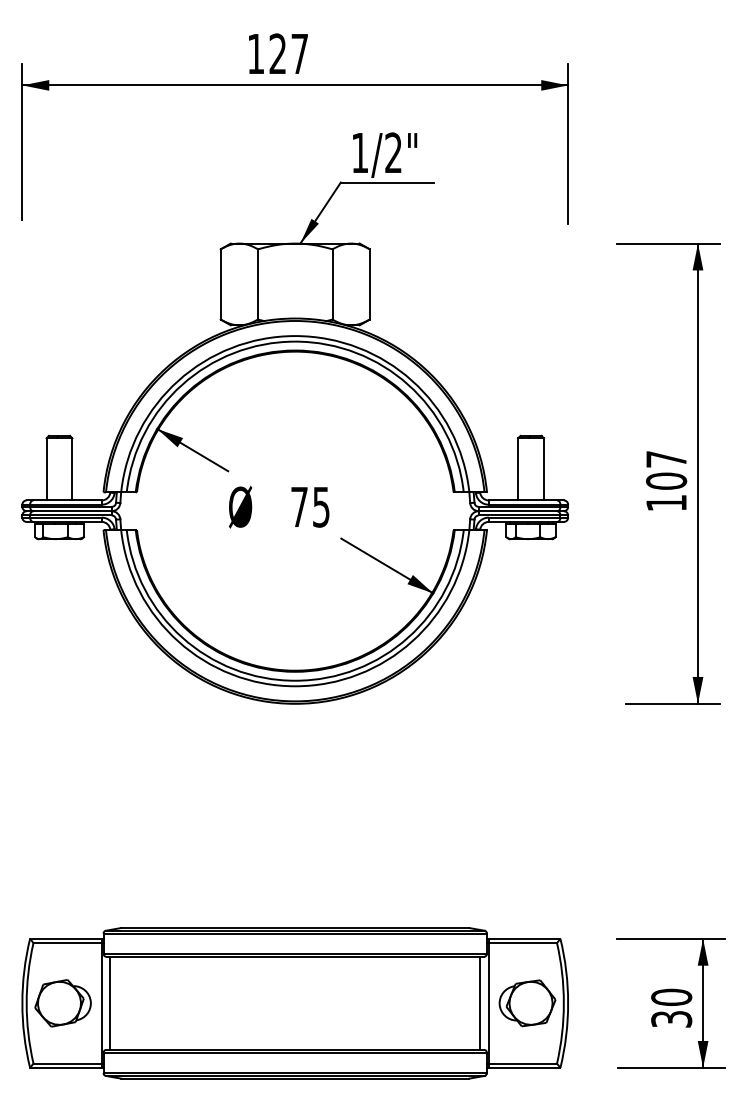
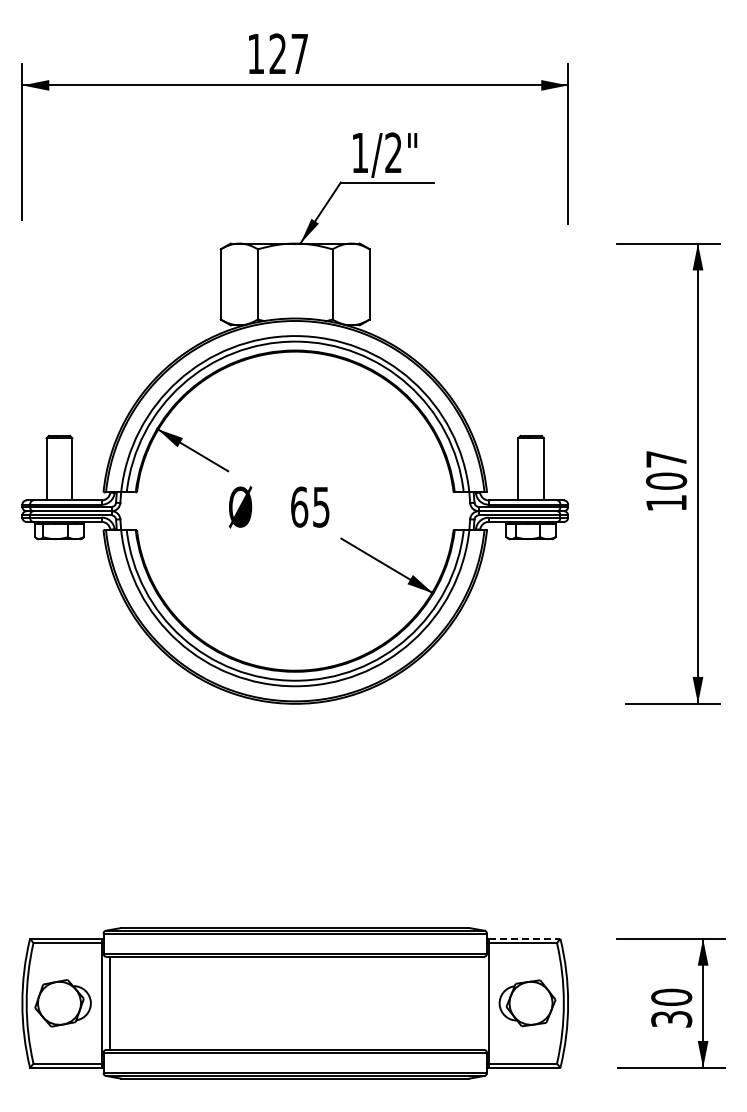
text at (299, 506): 75 -> 65
line at (524, 938): solid -> dashed
line at (480, 1002): present -> none
